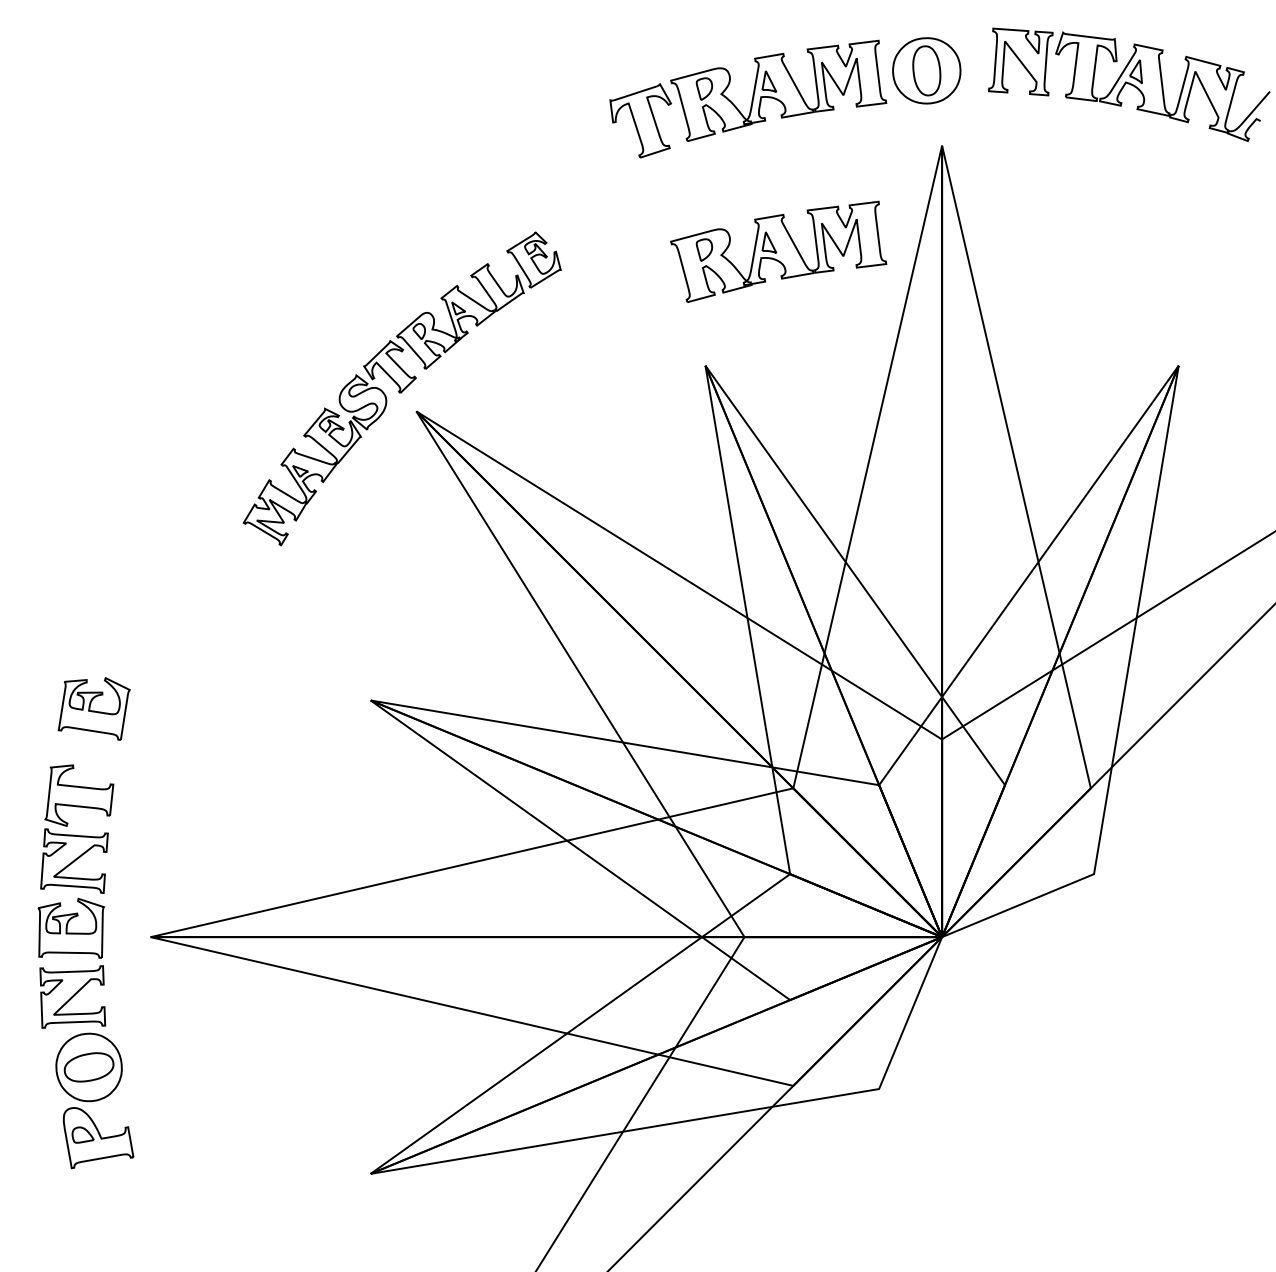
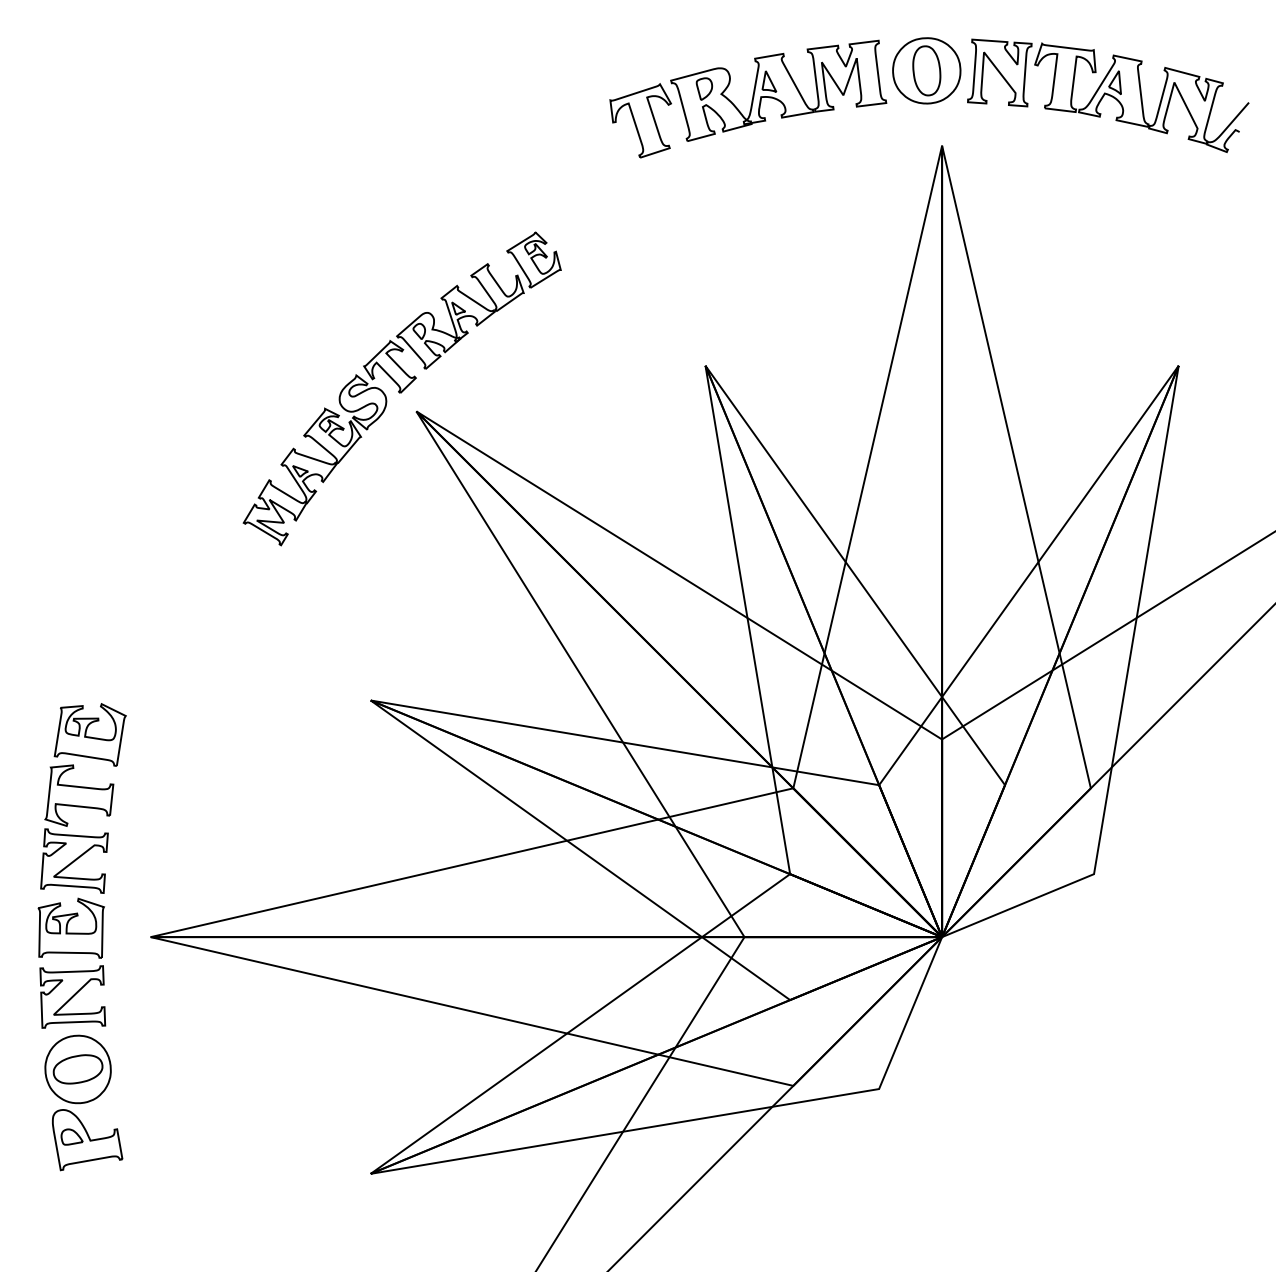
part at (1129, 84) position: (1129, 84) -> (1108, 95)
part at (778, 251): present -> none
part at (93, 708) position: (93, 708) -> (89, 734)
part at (94, 1100) position: (94, 1100) -> (83, 1102)
